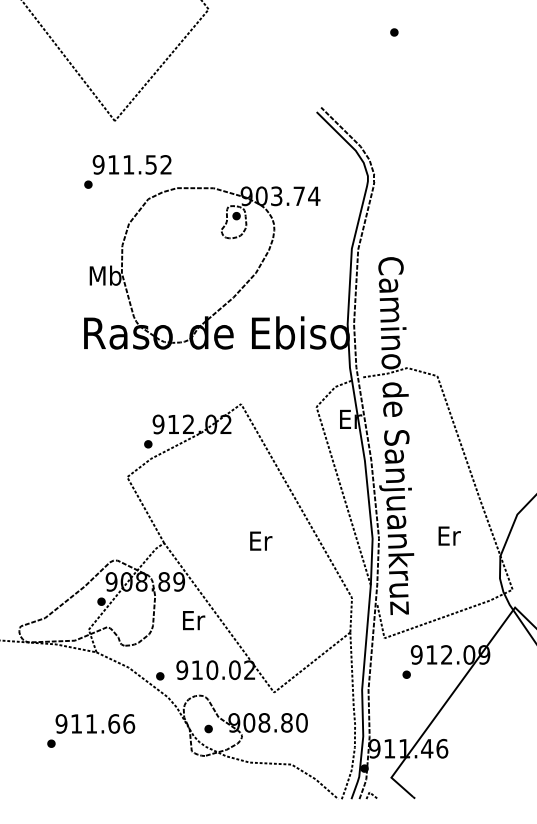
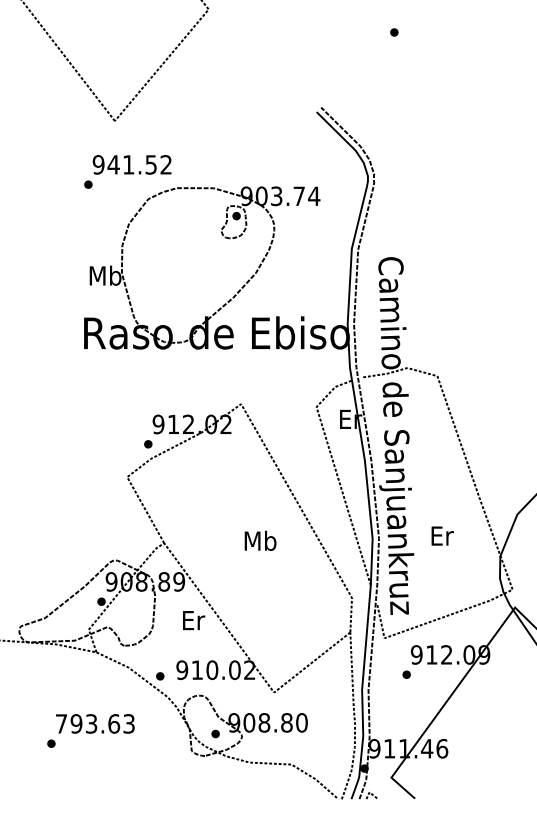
text at (113, 164): 911.52 -> 941.52
text at (449, 535) position: (449, 535) -> (442, 535)
text at (260, 540): Er -> Mb
text at (95, 723): 911.66 -> 793.63
part at (208, 728) position: (208, 728) -> (215, 733)
